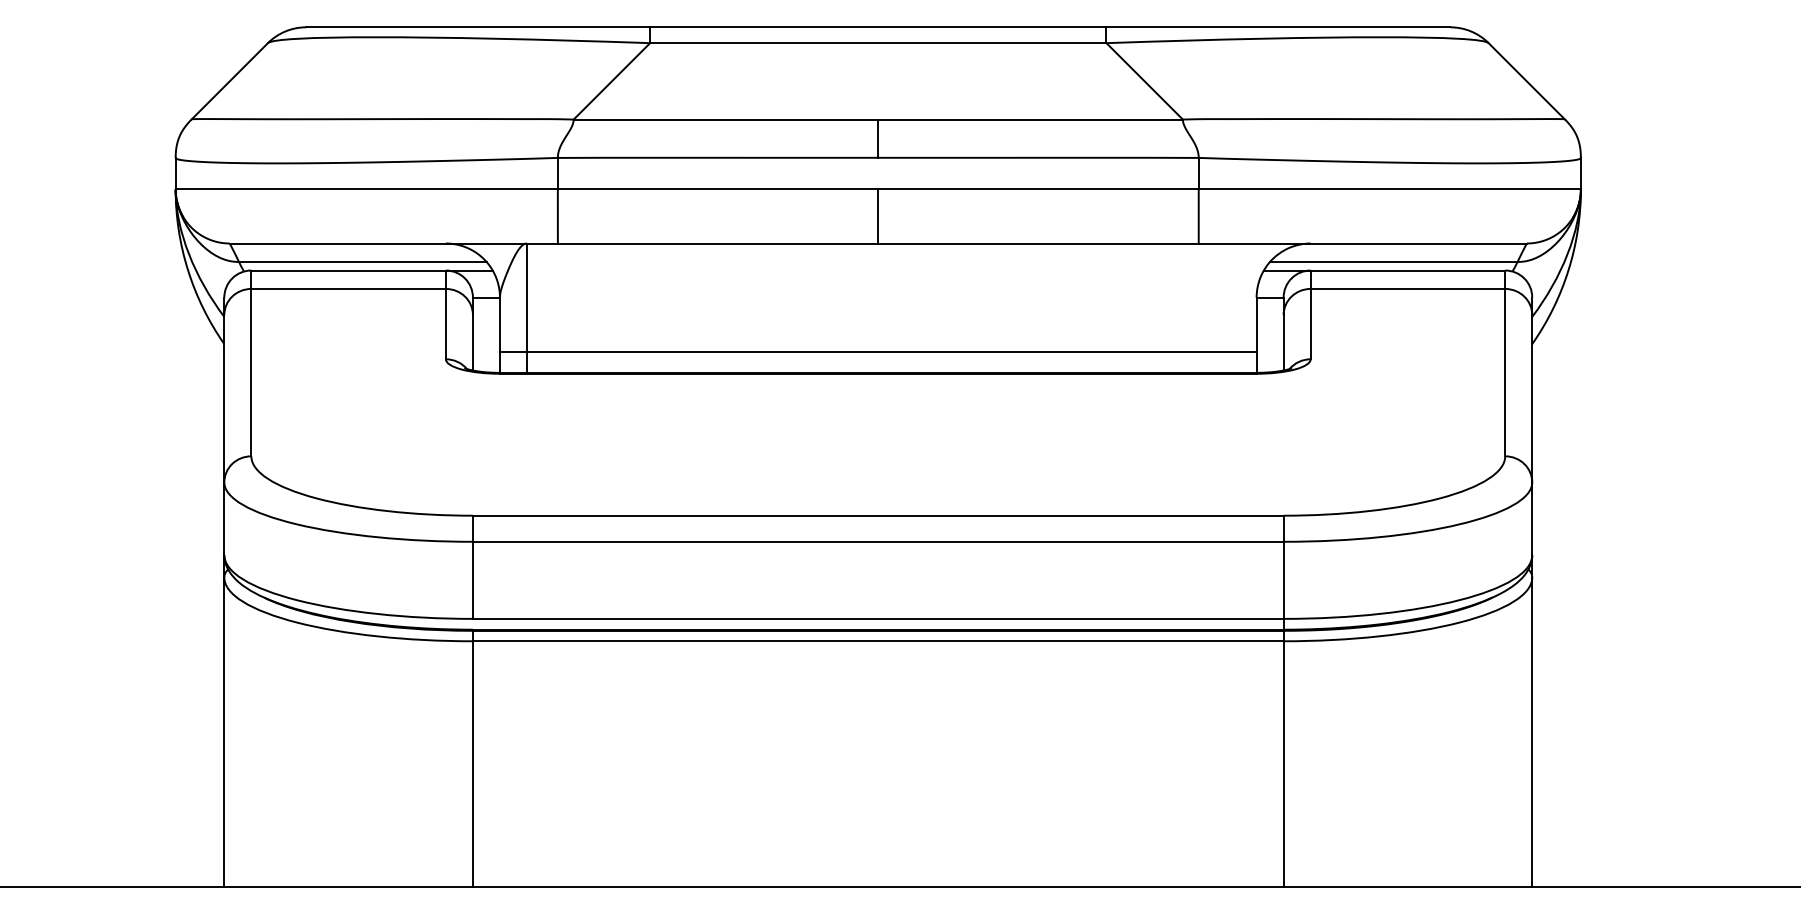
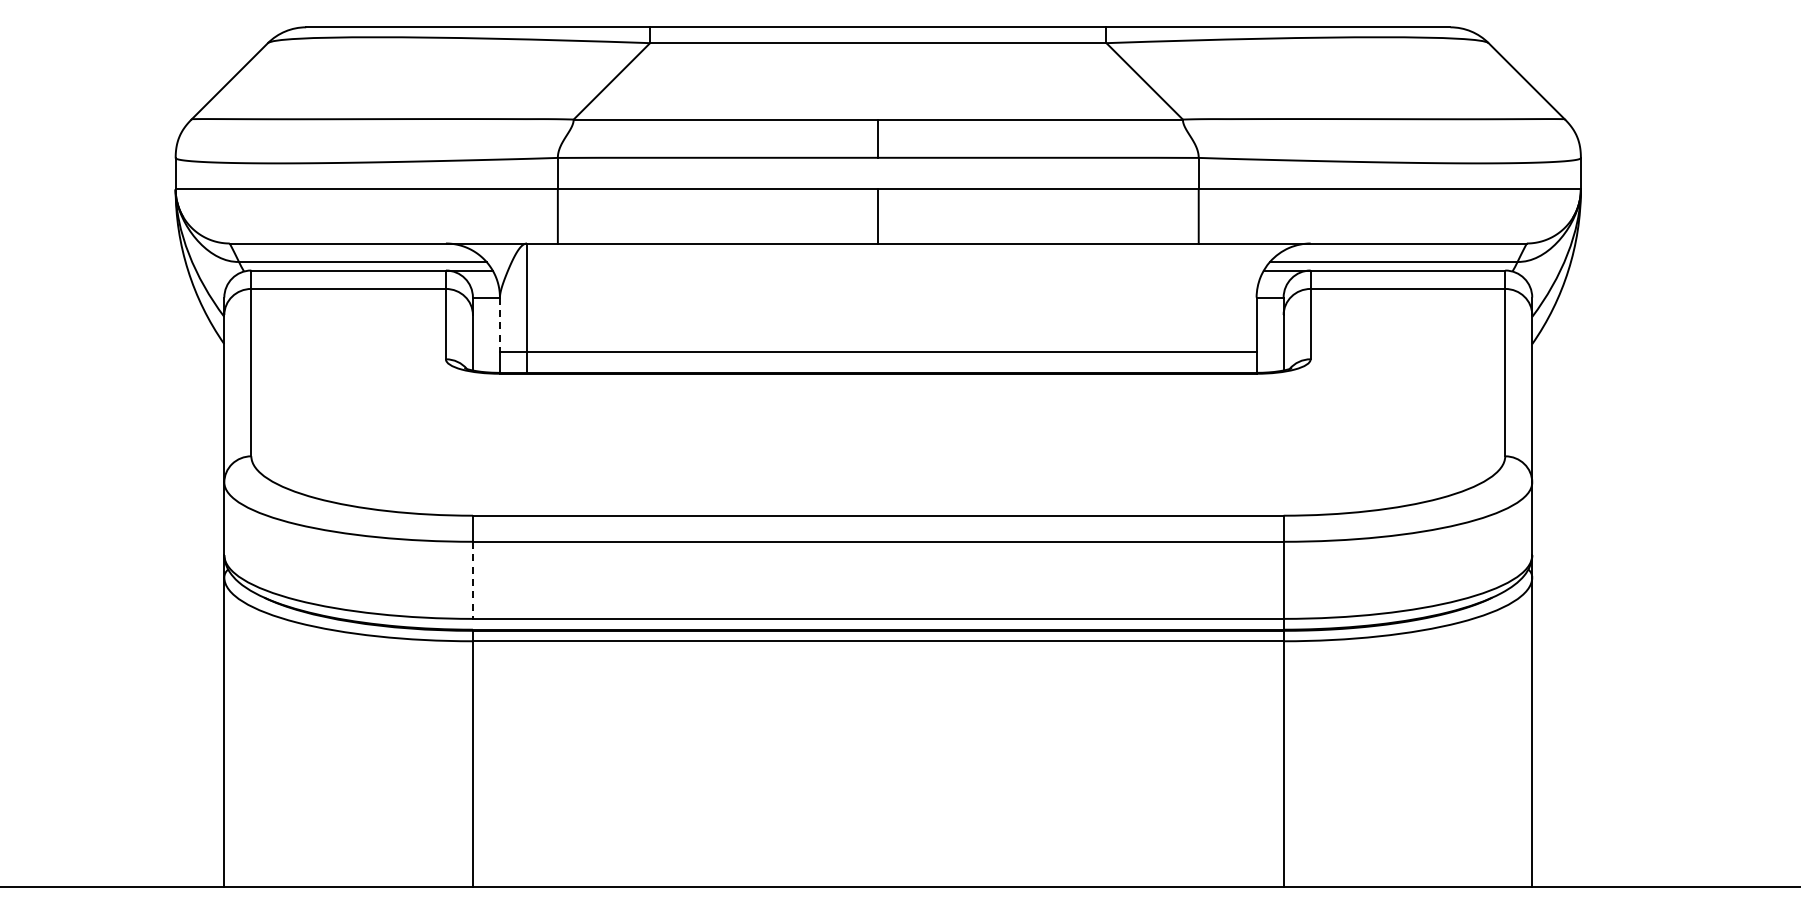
line at (499, 325): solid -> dashed
line at (472, 580): solid -> dashed
